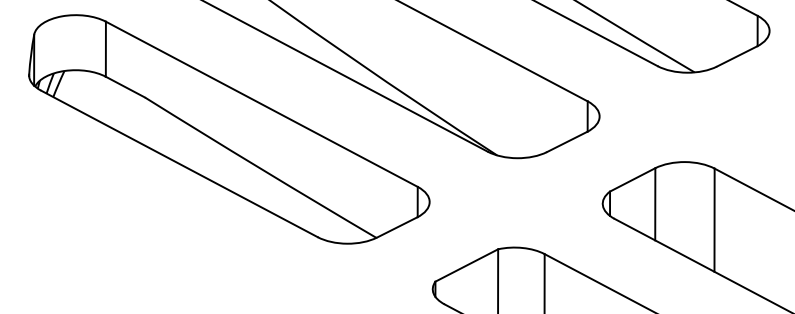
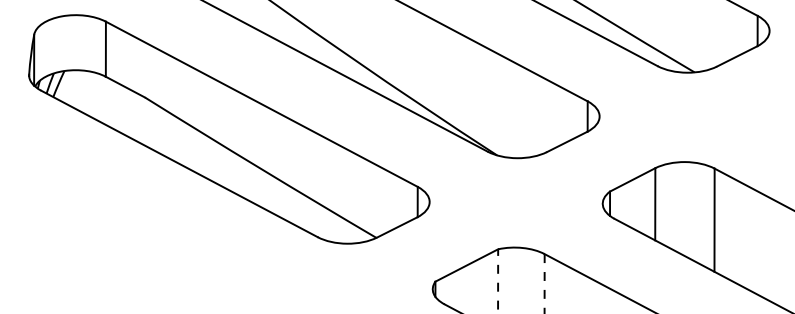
line at (498, 280): solid -> dashed
line at (544, 284): solid -> dashed
